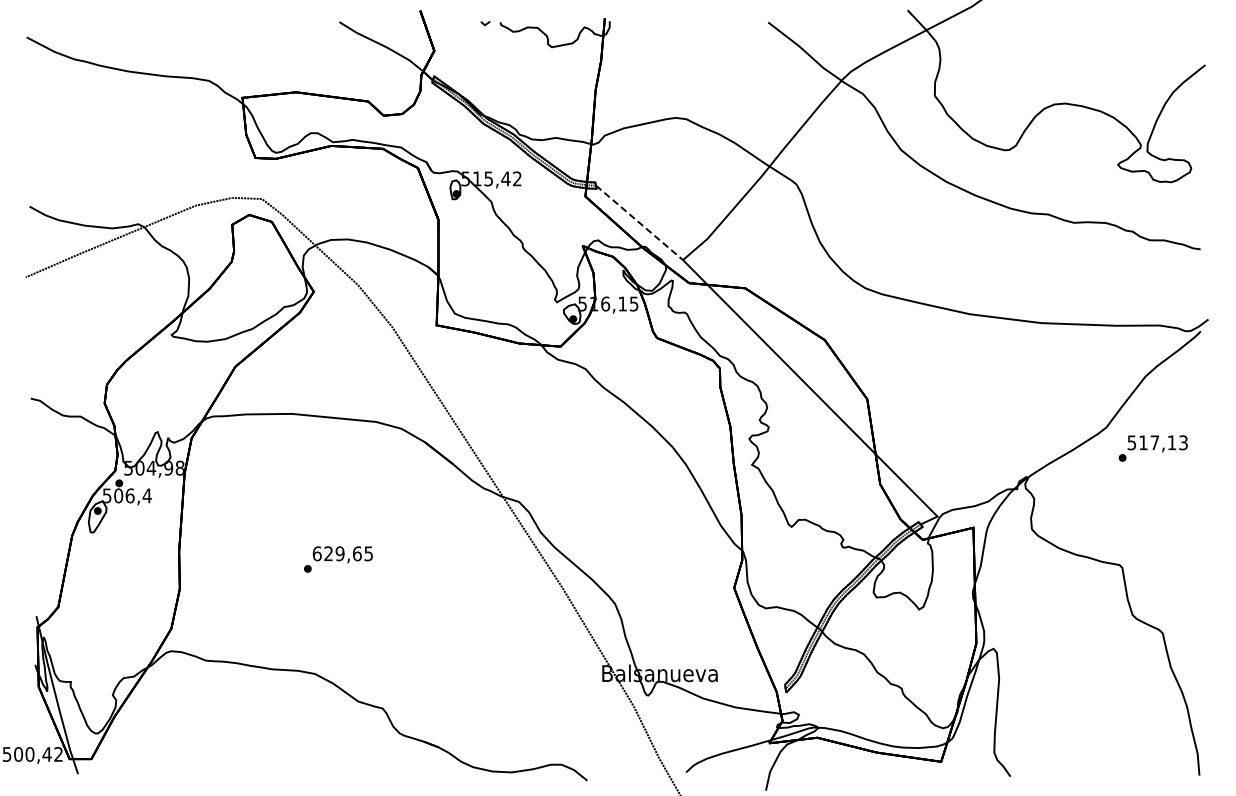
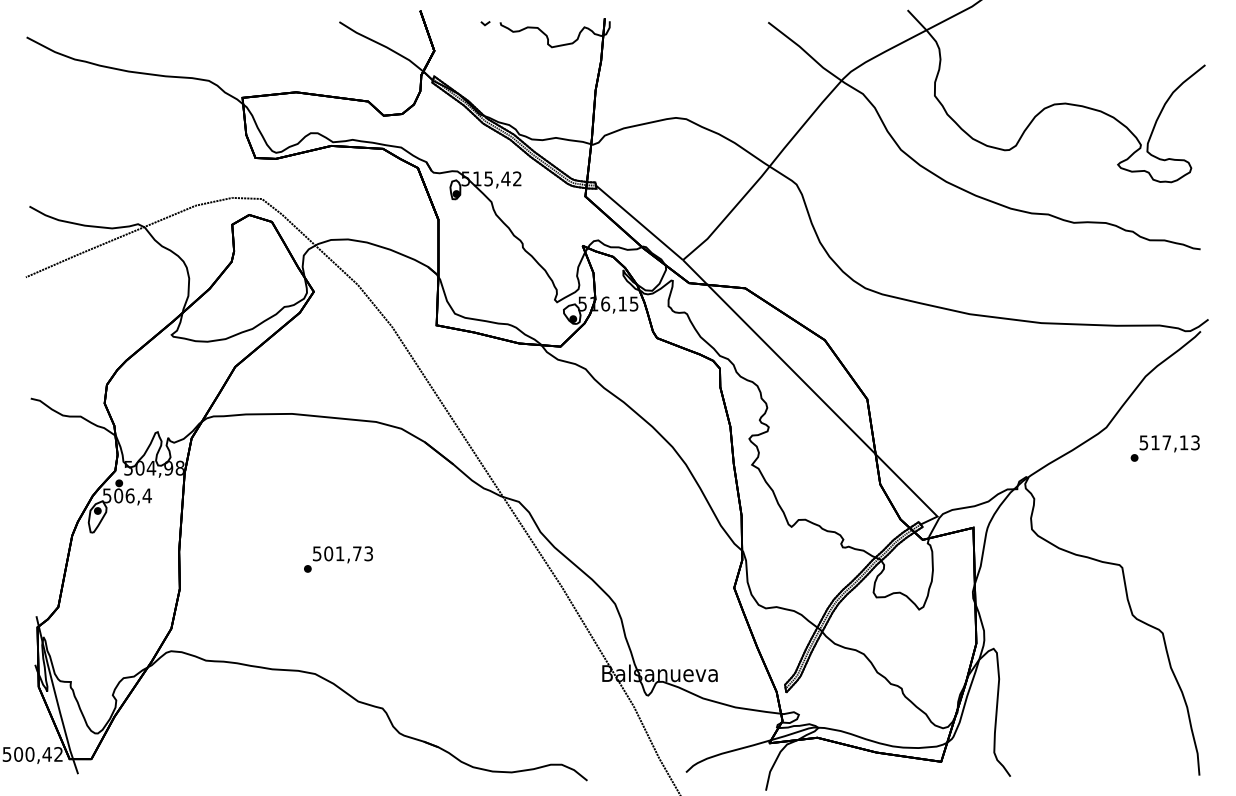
line at (639, 223): dashed -> solid
text at (1152, 448) position: (1152, 448) -> (1164, 448)
text at (342, 553): 629,65 -> 501,73
